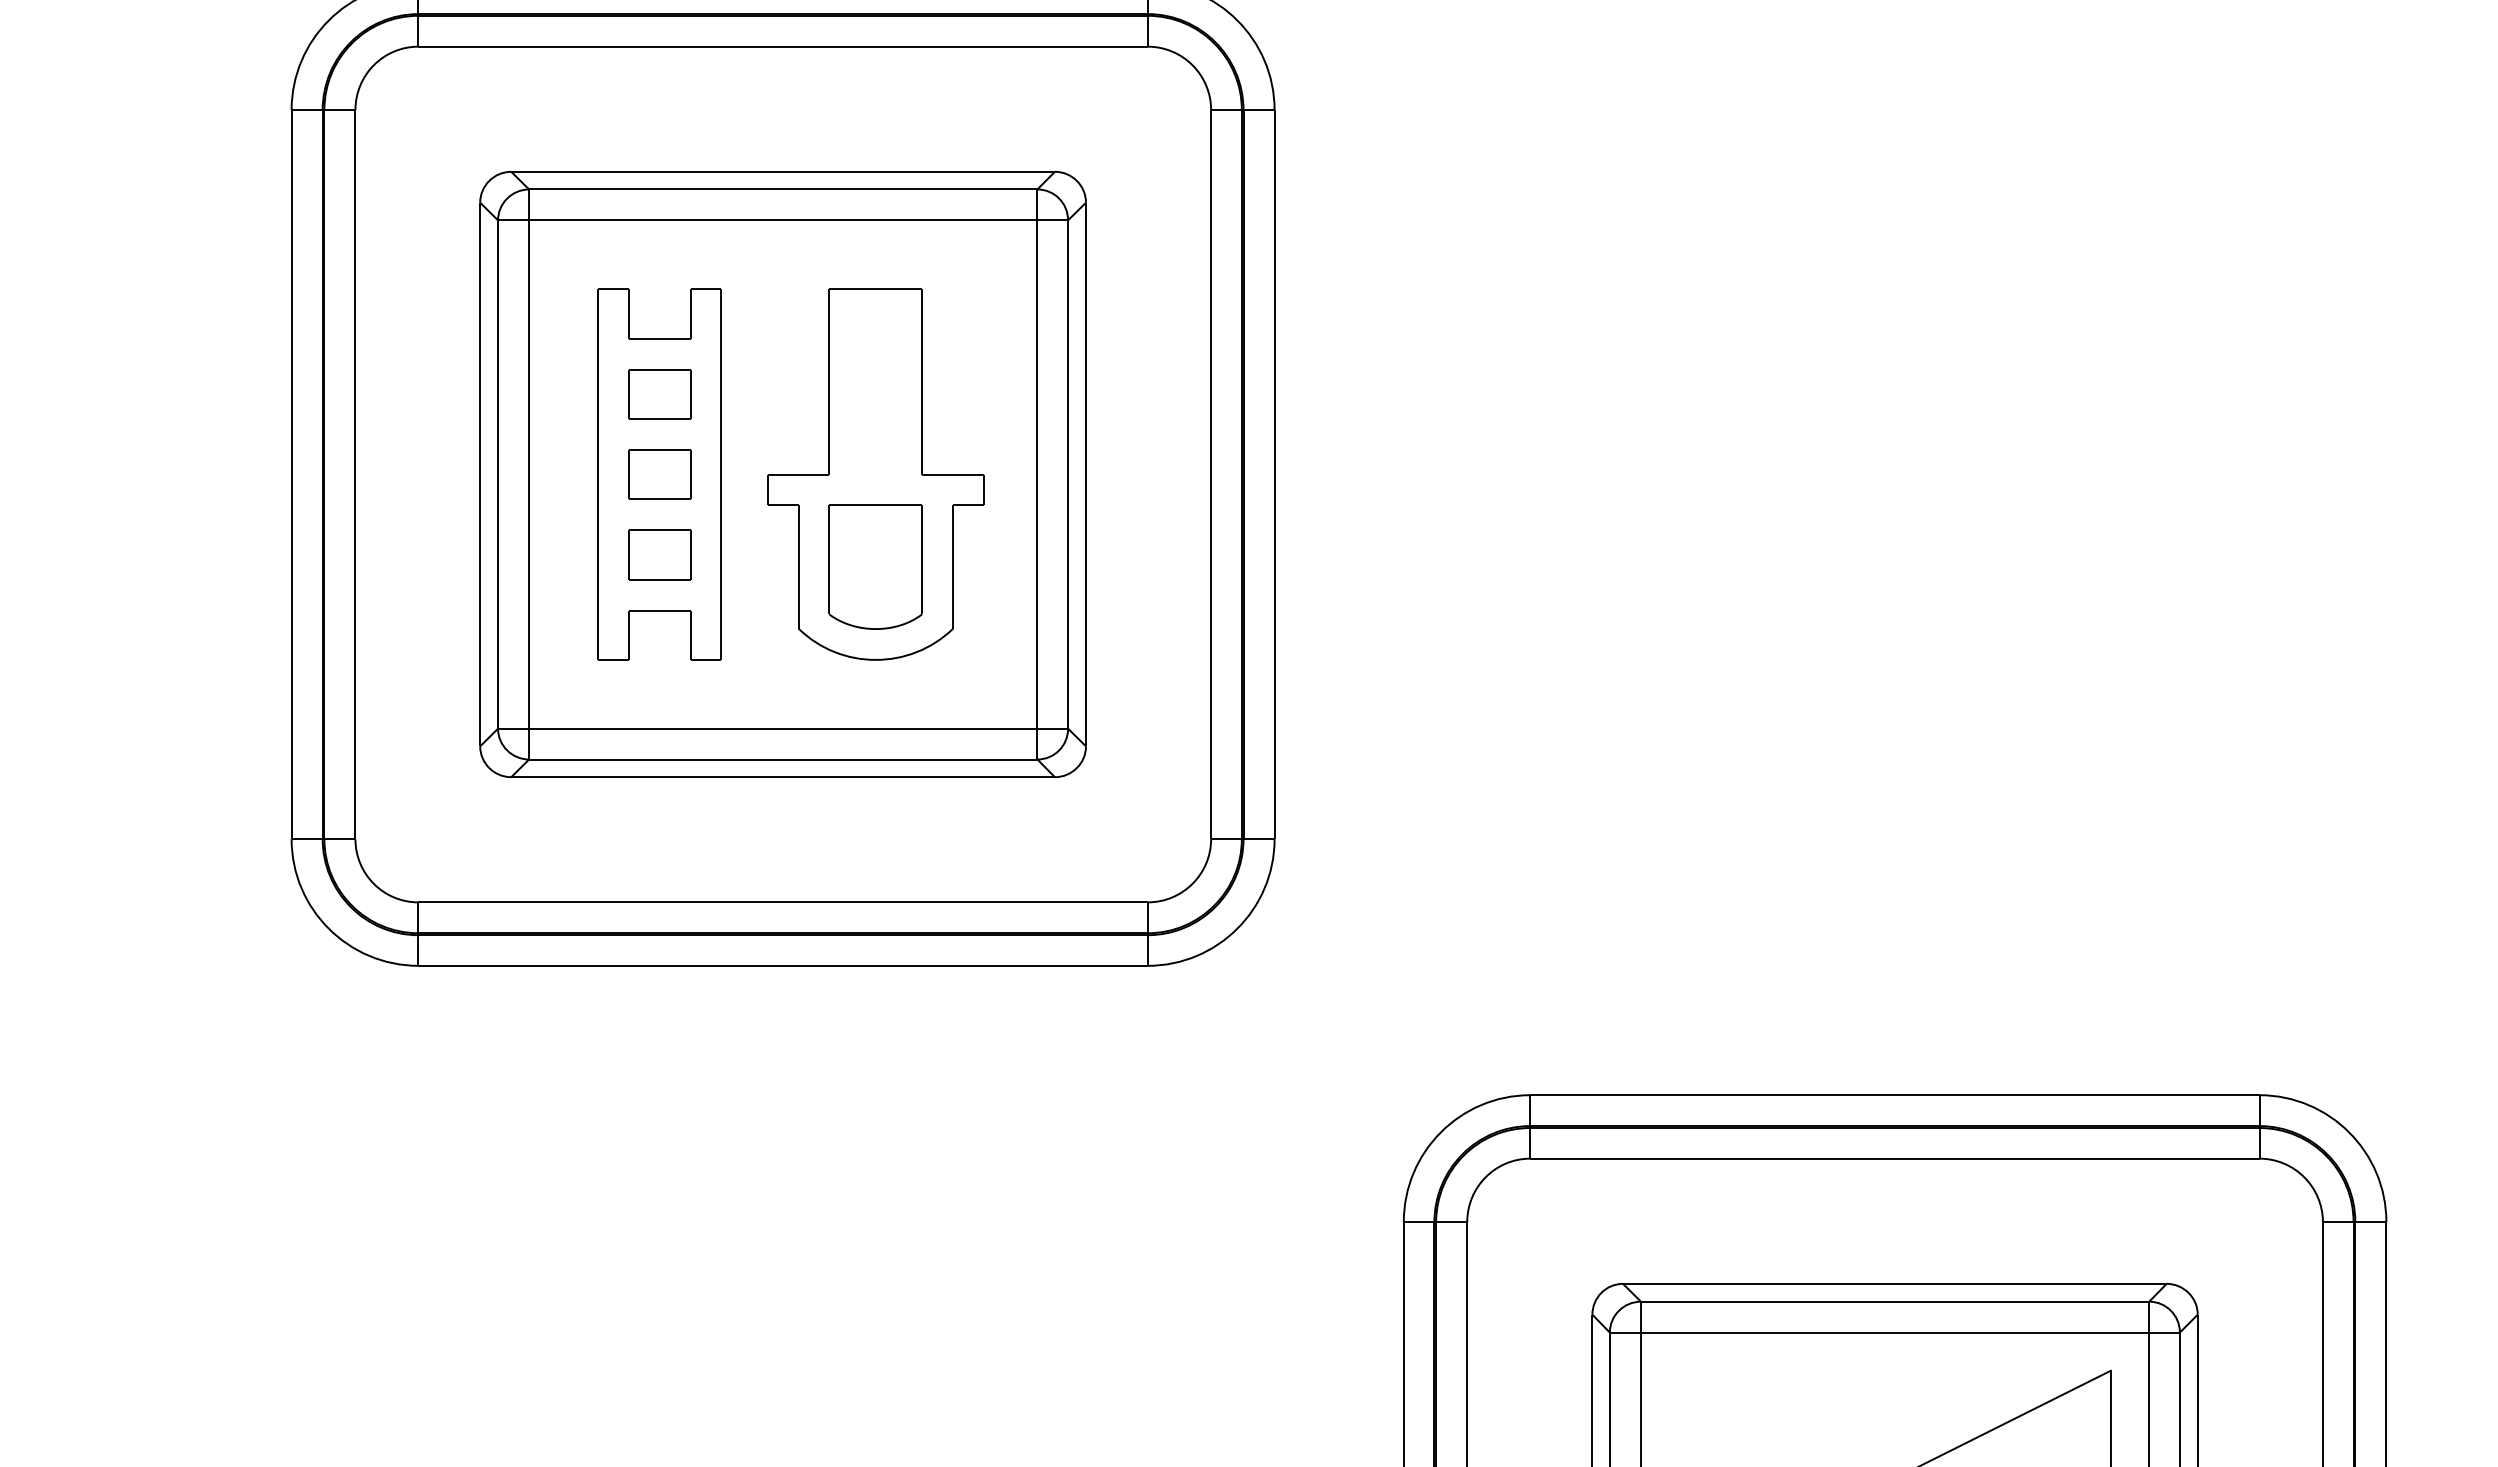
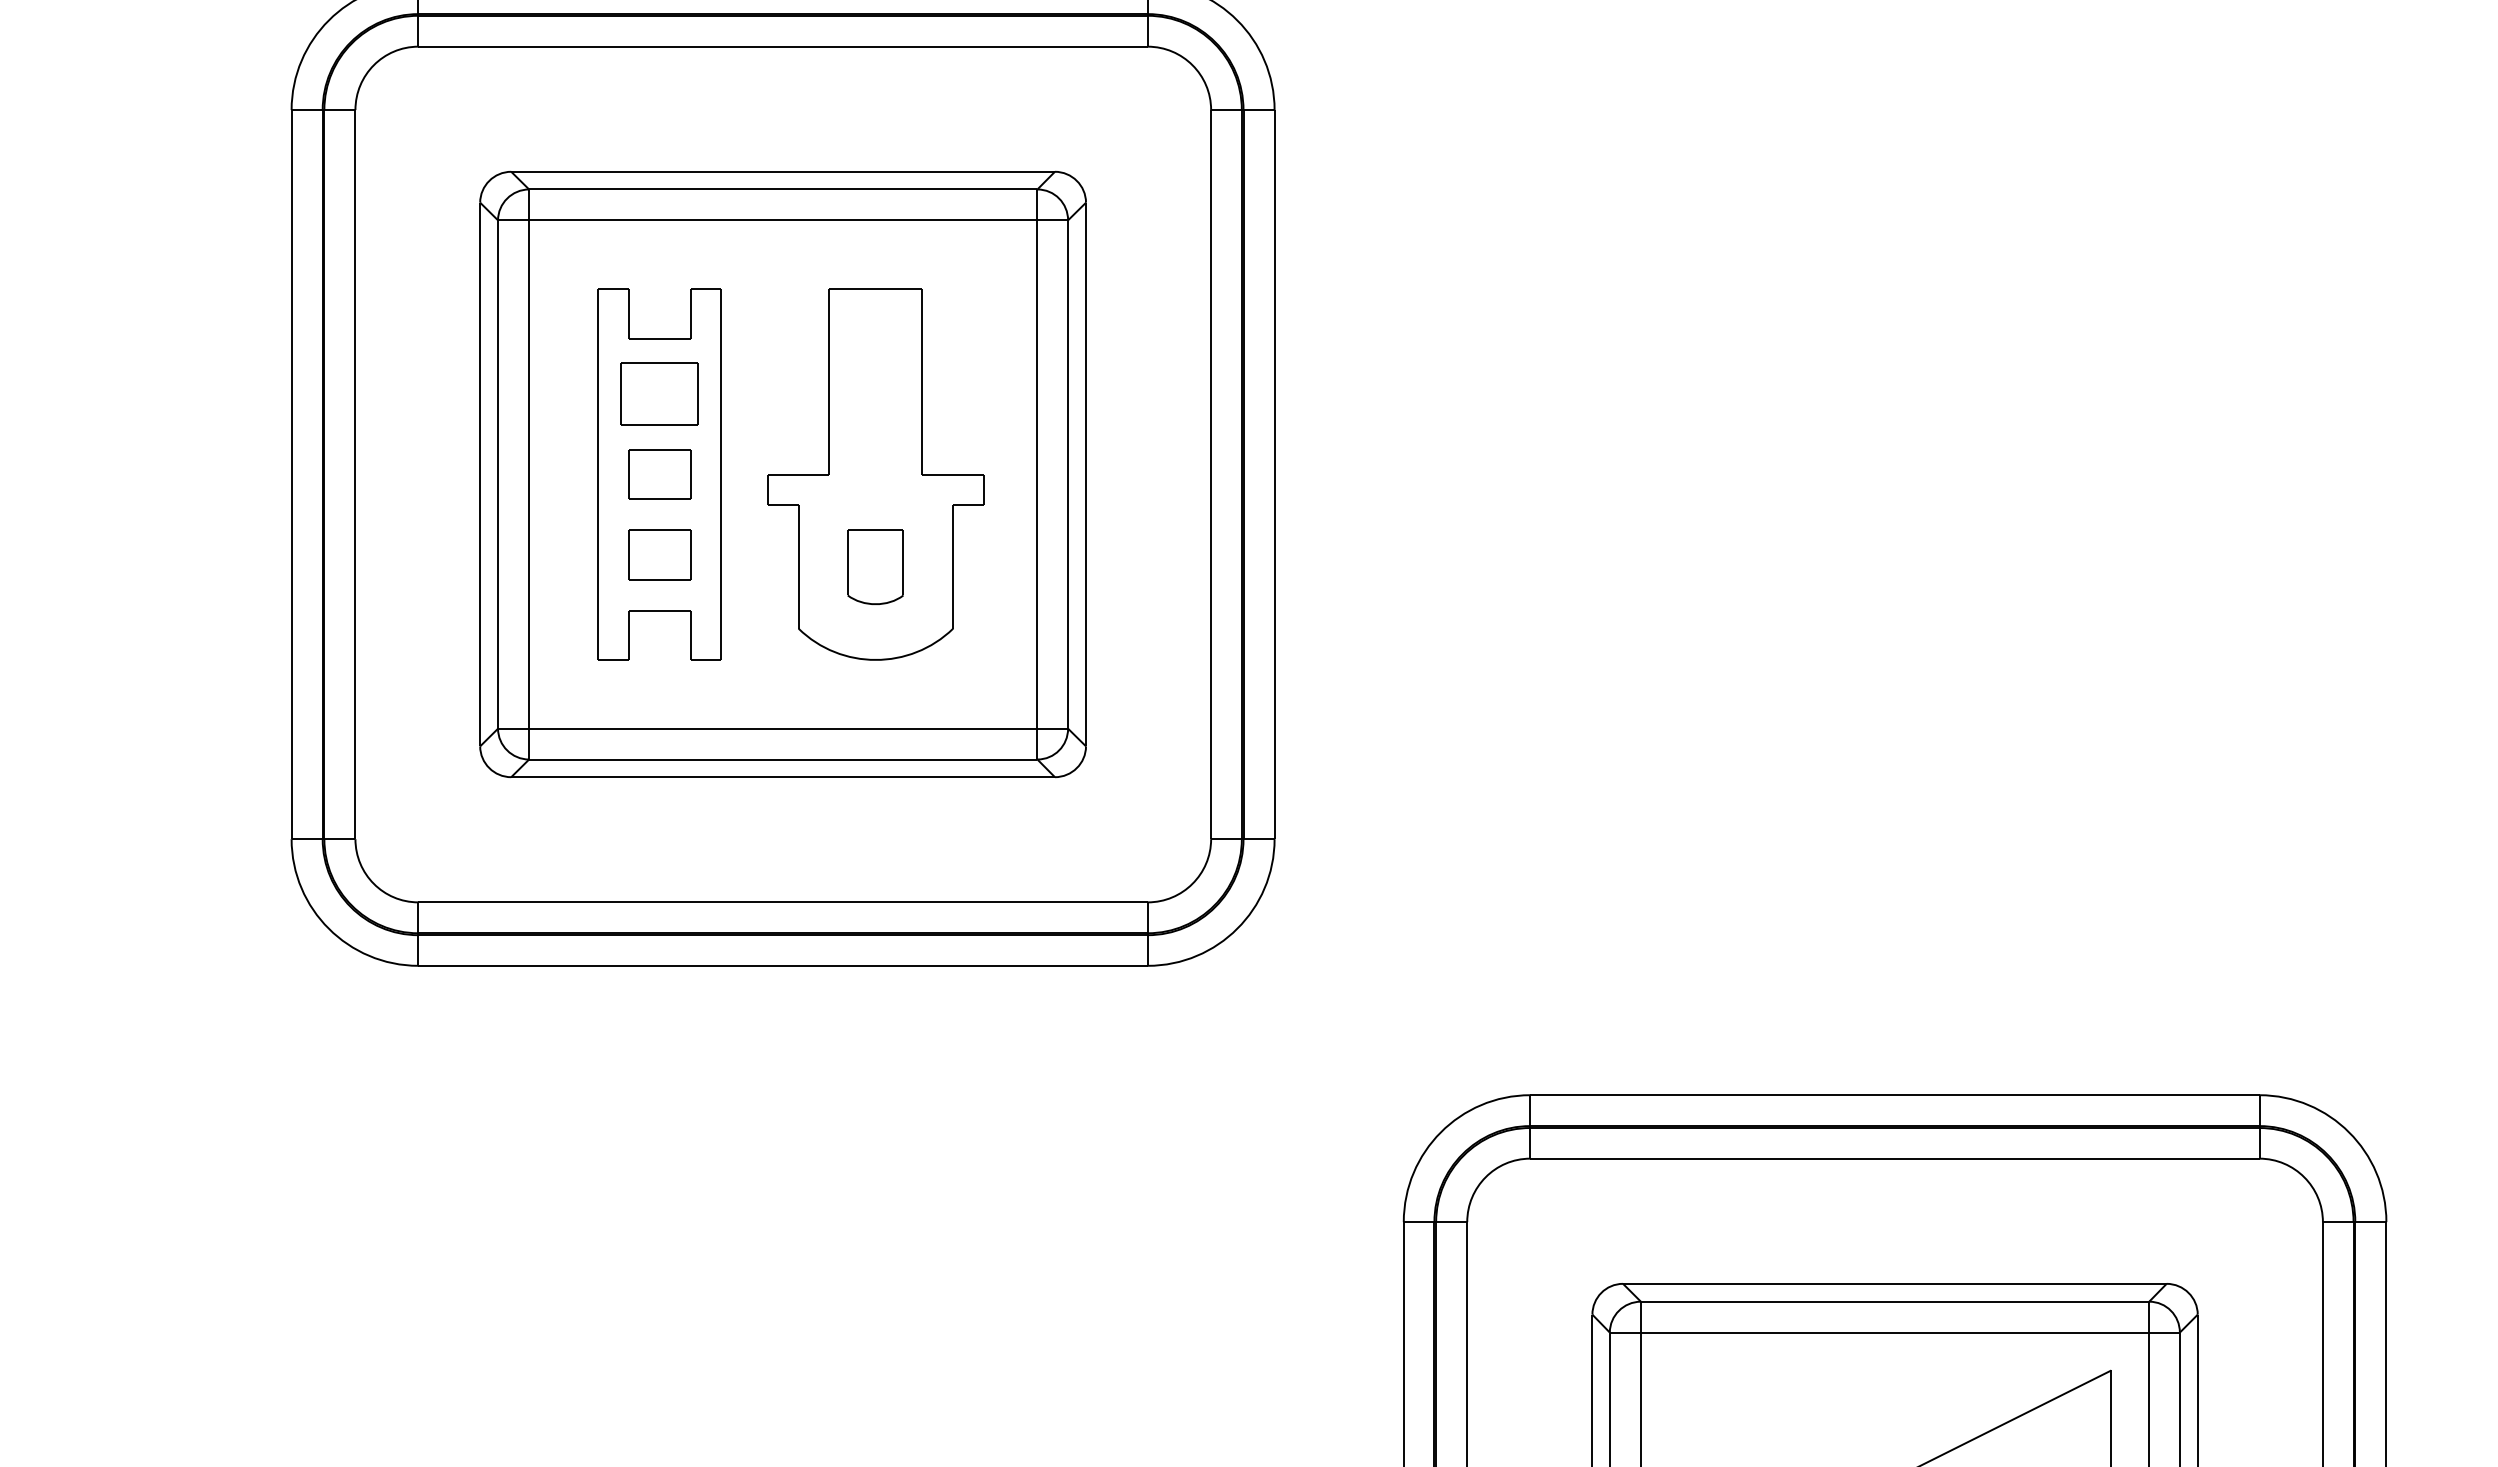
part at (659, 394) size: 64x51 px -> 79x64 px
part at (875, 566) size: 95x126 px -> 57x76 px
